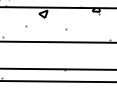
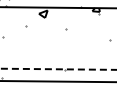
line at (57, 41): present -> none
line at (58, 69): solid -> dashed
